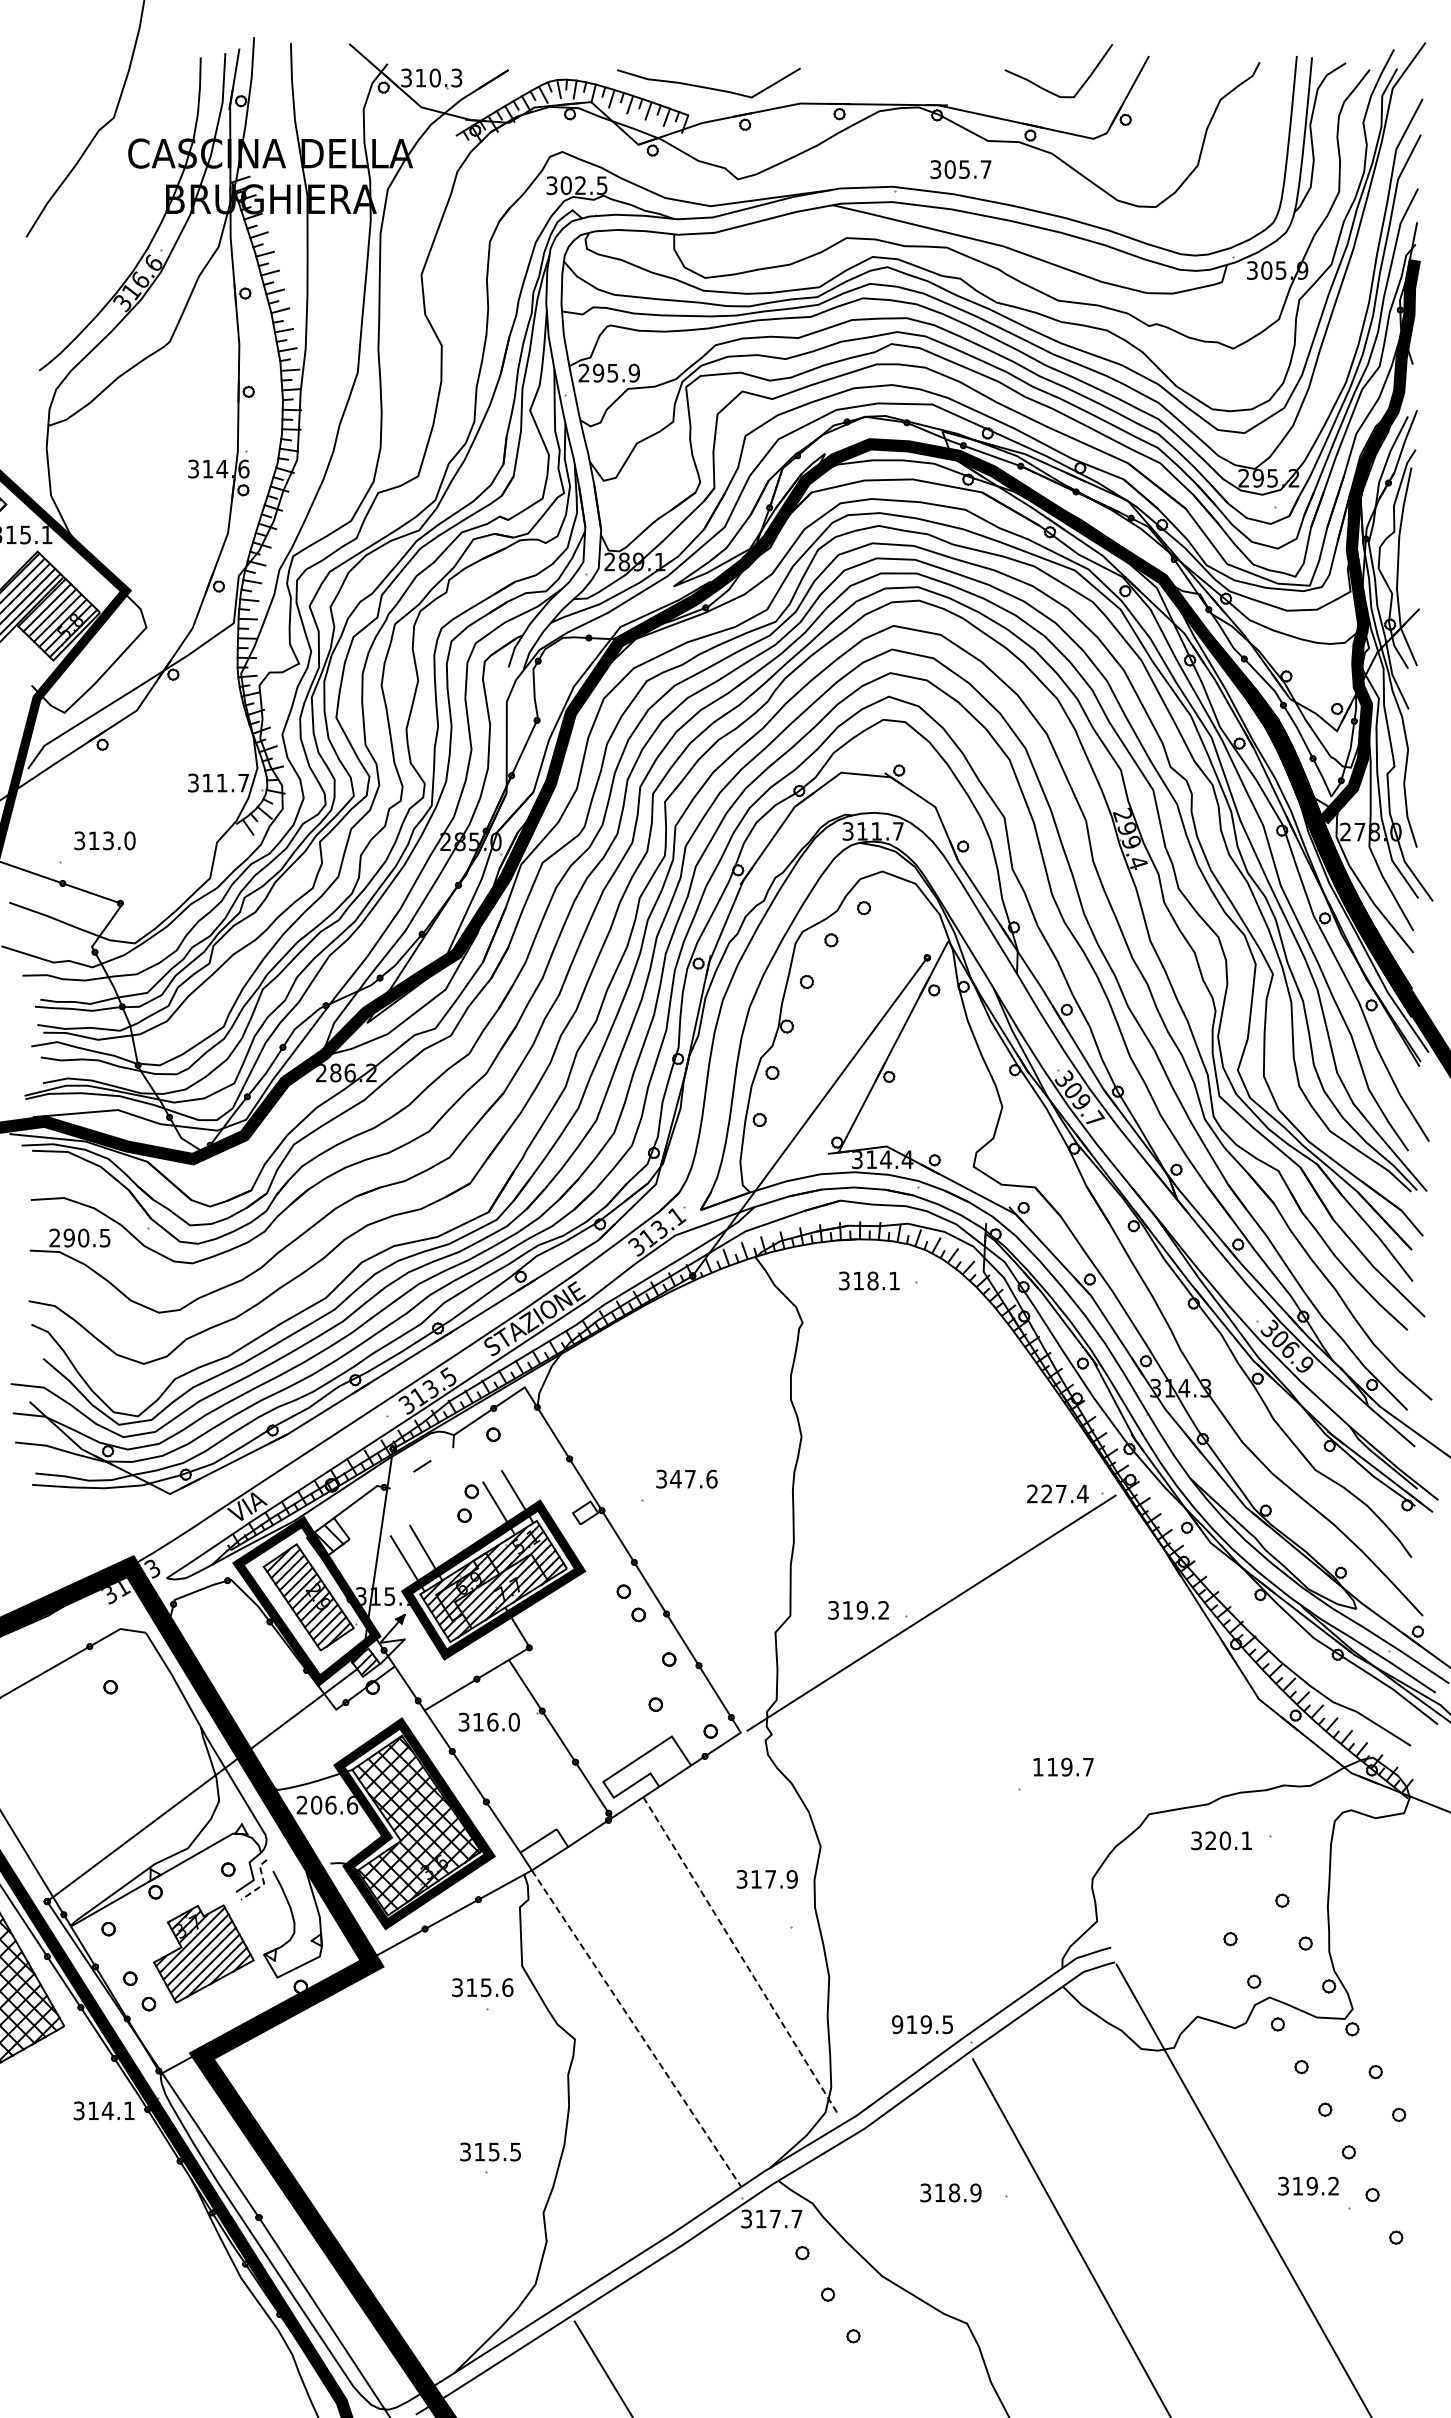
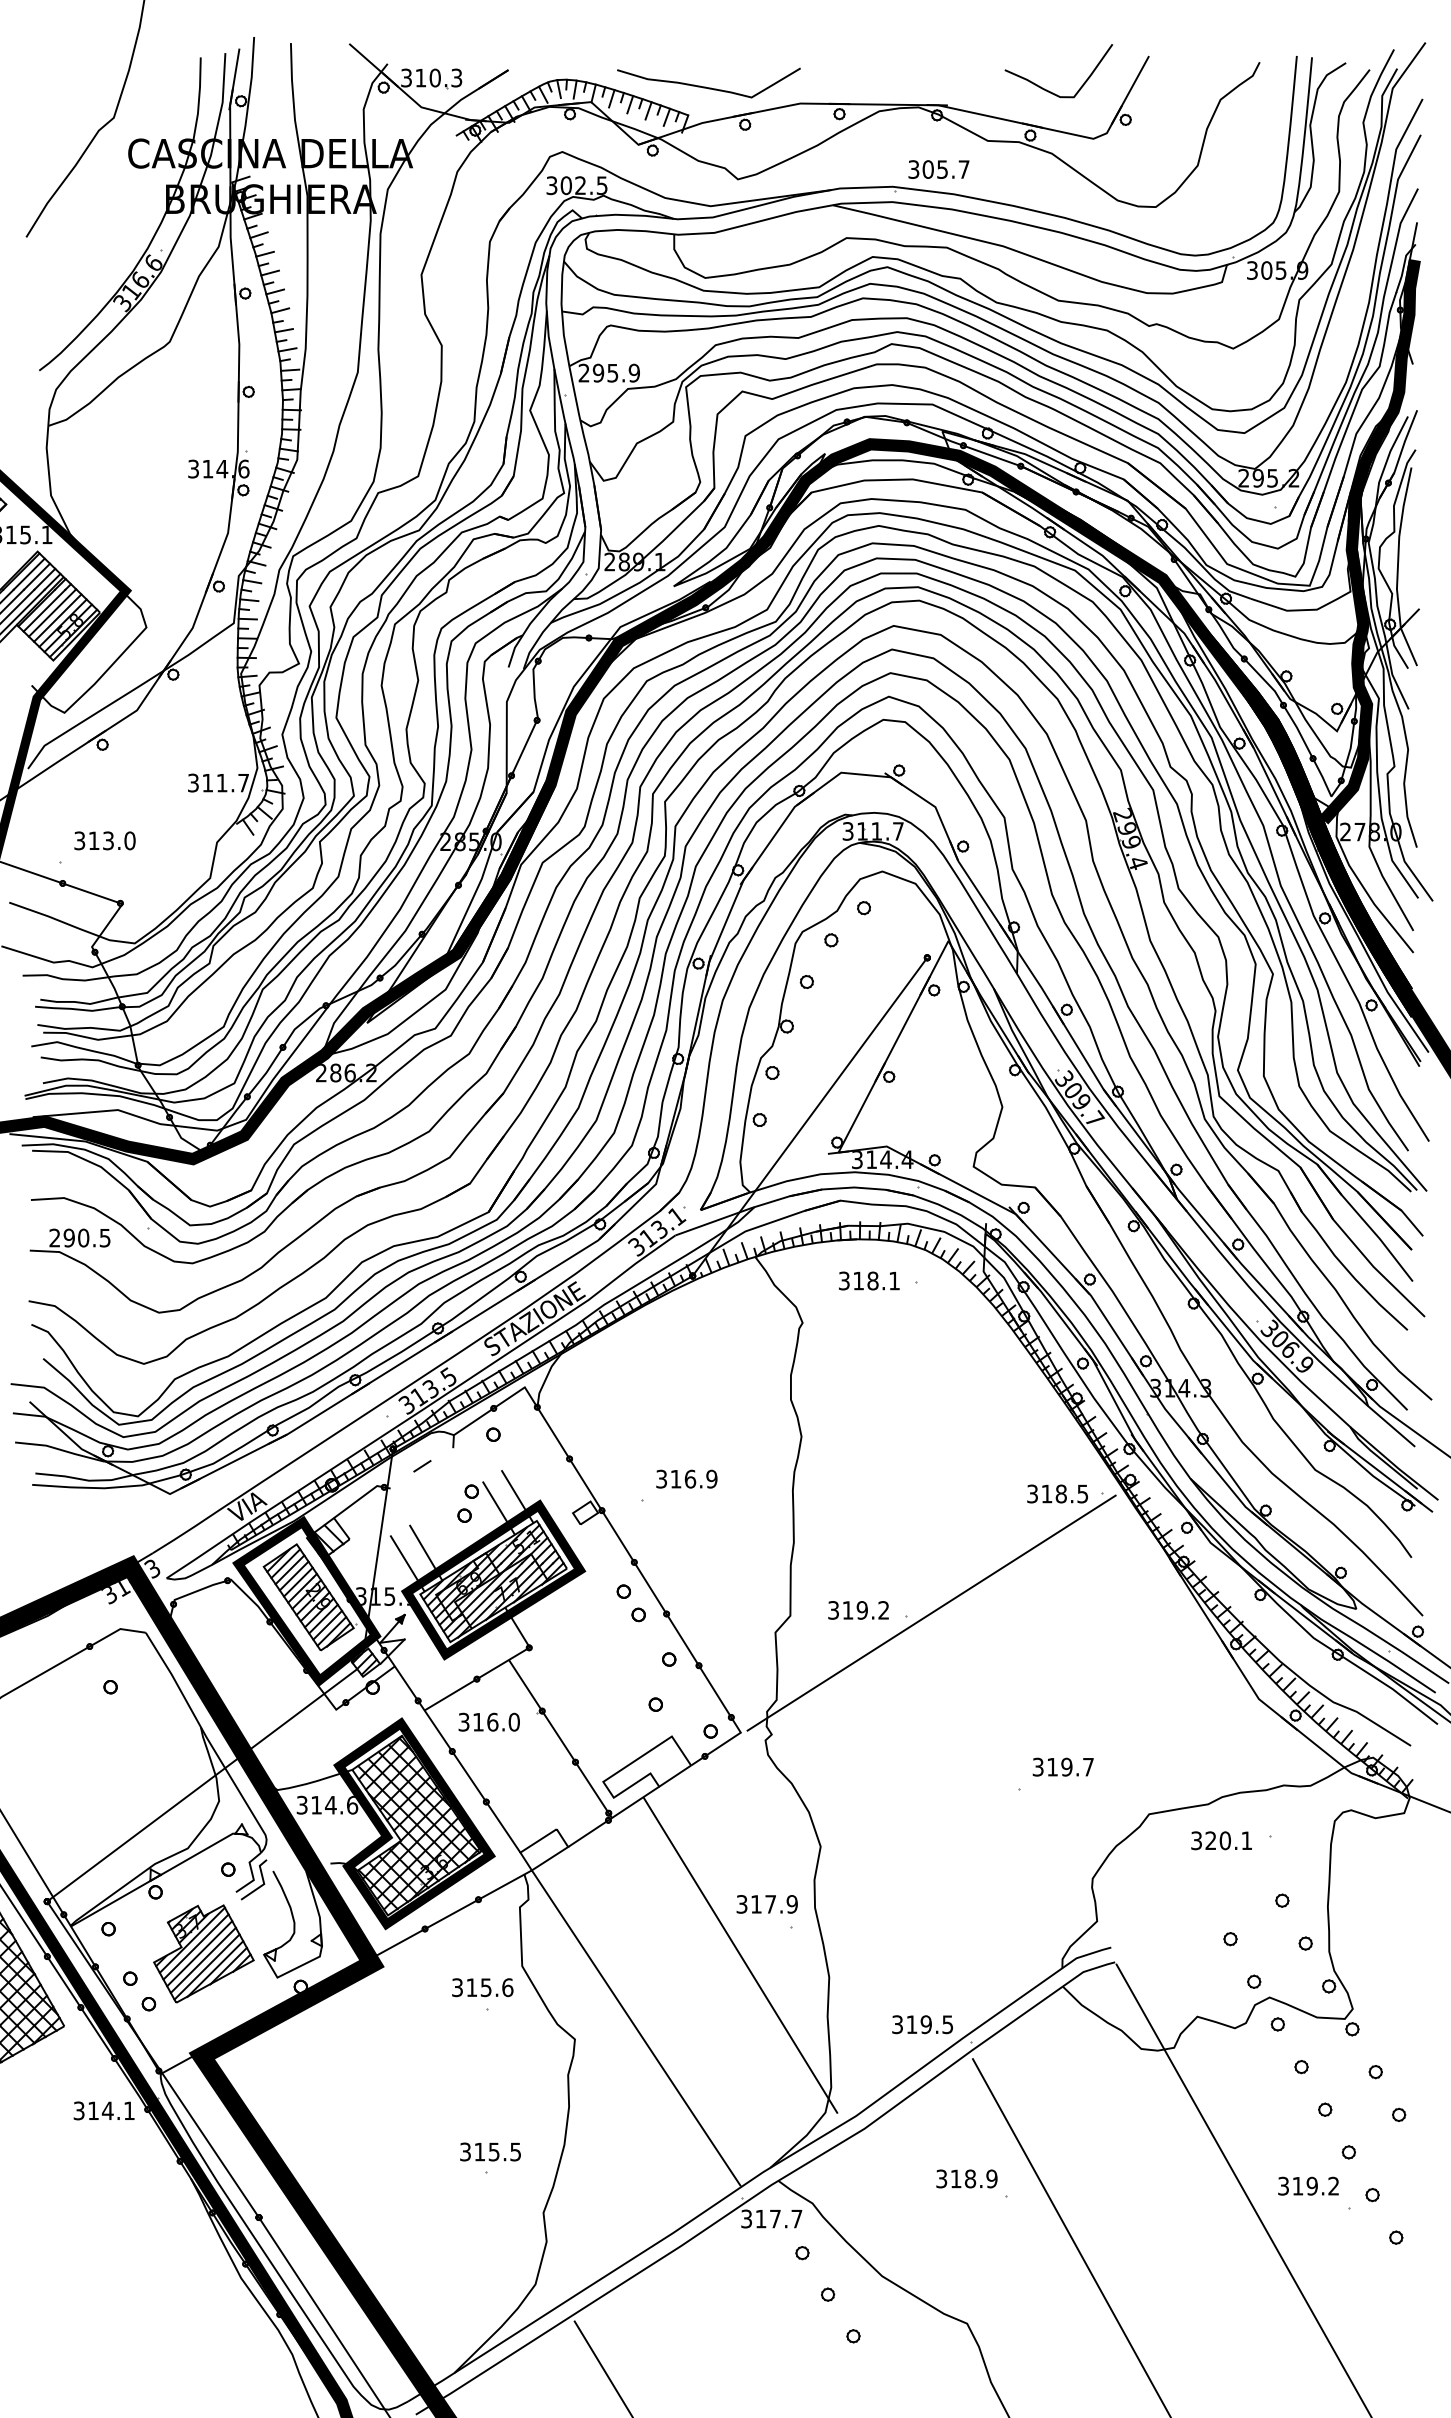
text at (960, 169) position: (960, 169) -> (938, 169)
text at (693, 1478): 347.6 -> 316.9
text at (1057, 1493): 227.4 -> 318.5
text at (1037, 1766): 119.7 -> 319.7
text at (316, 1804): 206.6 -> 314.6
text at (766, 1879) position: (766, 1879) -> (766, 1904)
line at (264, 1884): dashed -> solid
line at (740, 1955): dashed -> solid
text at (897, 2024): 919.5 -> 319.5
line at (636, 2028): dashed -> solid
text at (950, 2192) position: (950, 2192) -> (966, 2178)
